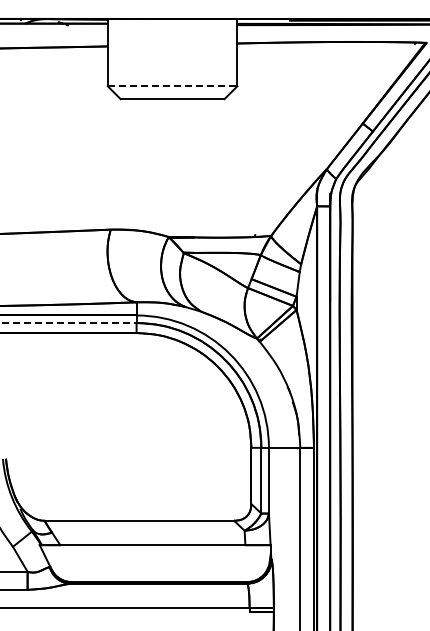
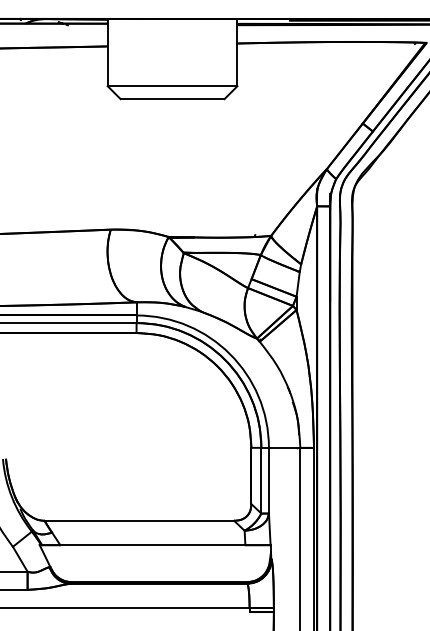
line at (172, 86): dashed -> solid
line at (68, 323): dashed -> solid
